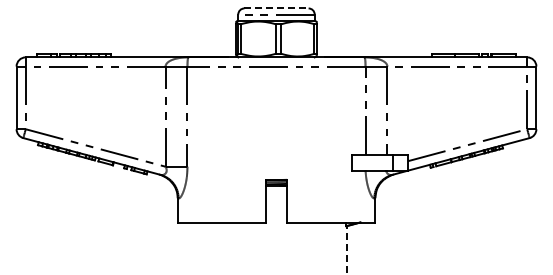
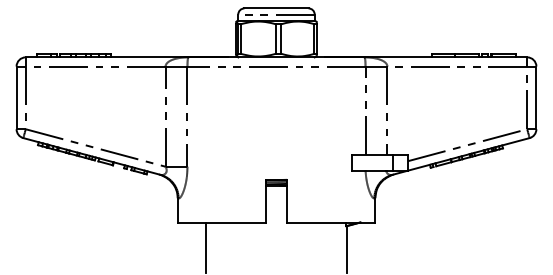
line at (276, 8): dashed -> solid
line at (206, 246): none -> present
line at (346, 249): dashed -> solid
